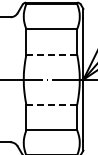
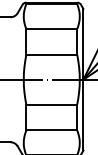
line at (51, 54): dashed -> solid
line at (51, 104): dashed -> solid
